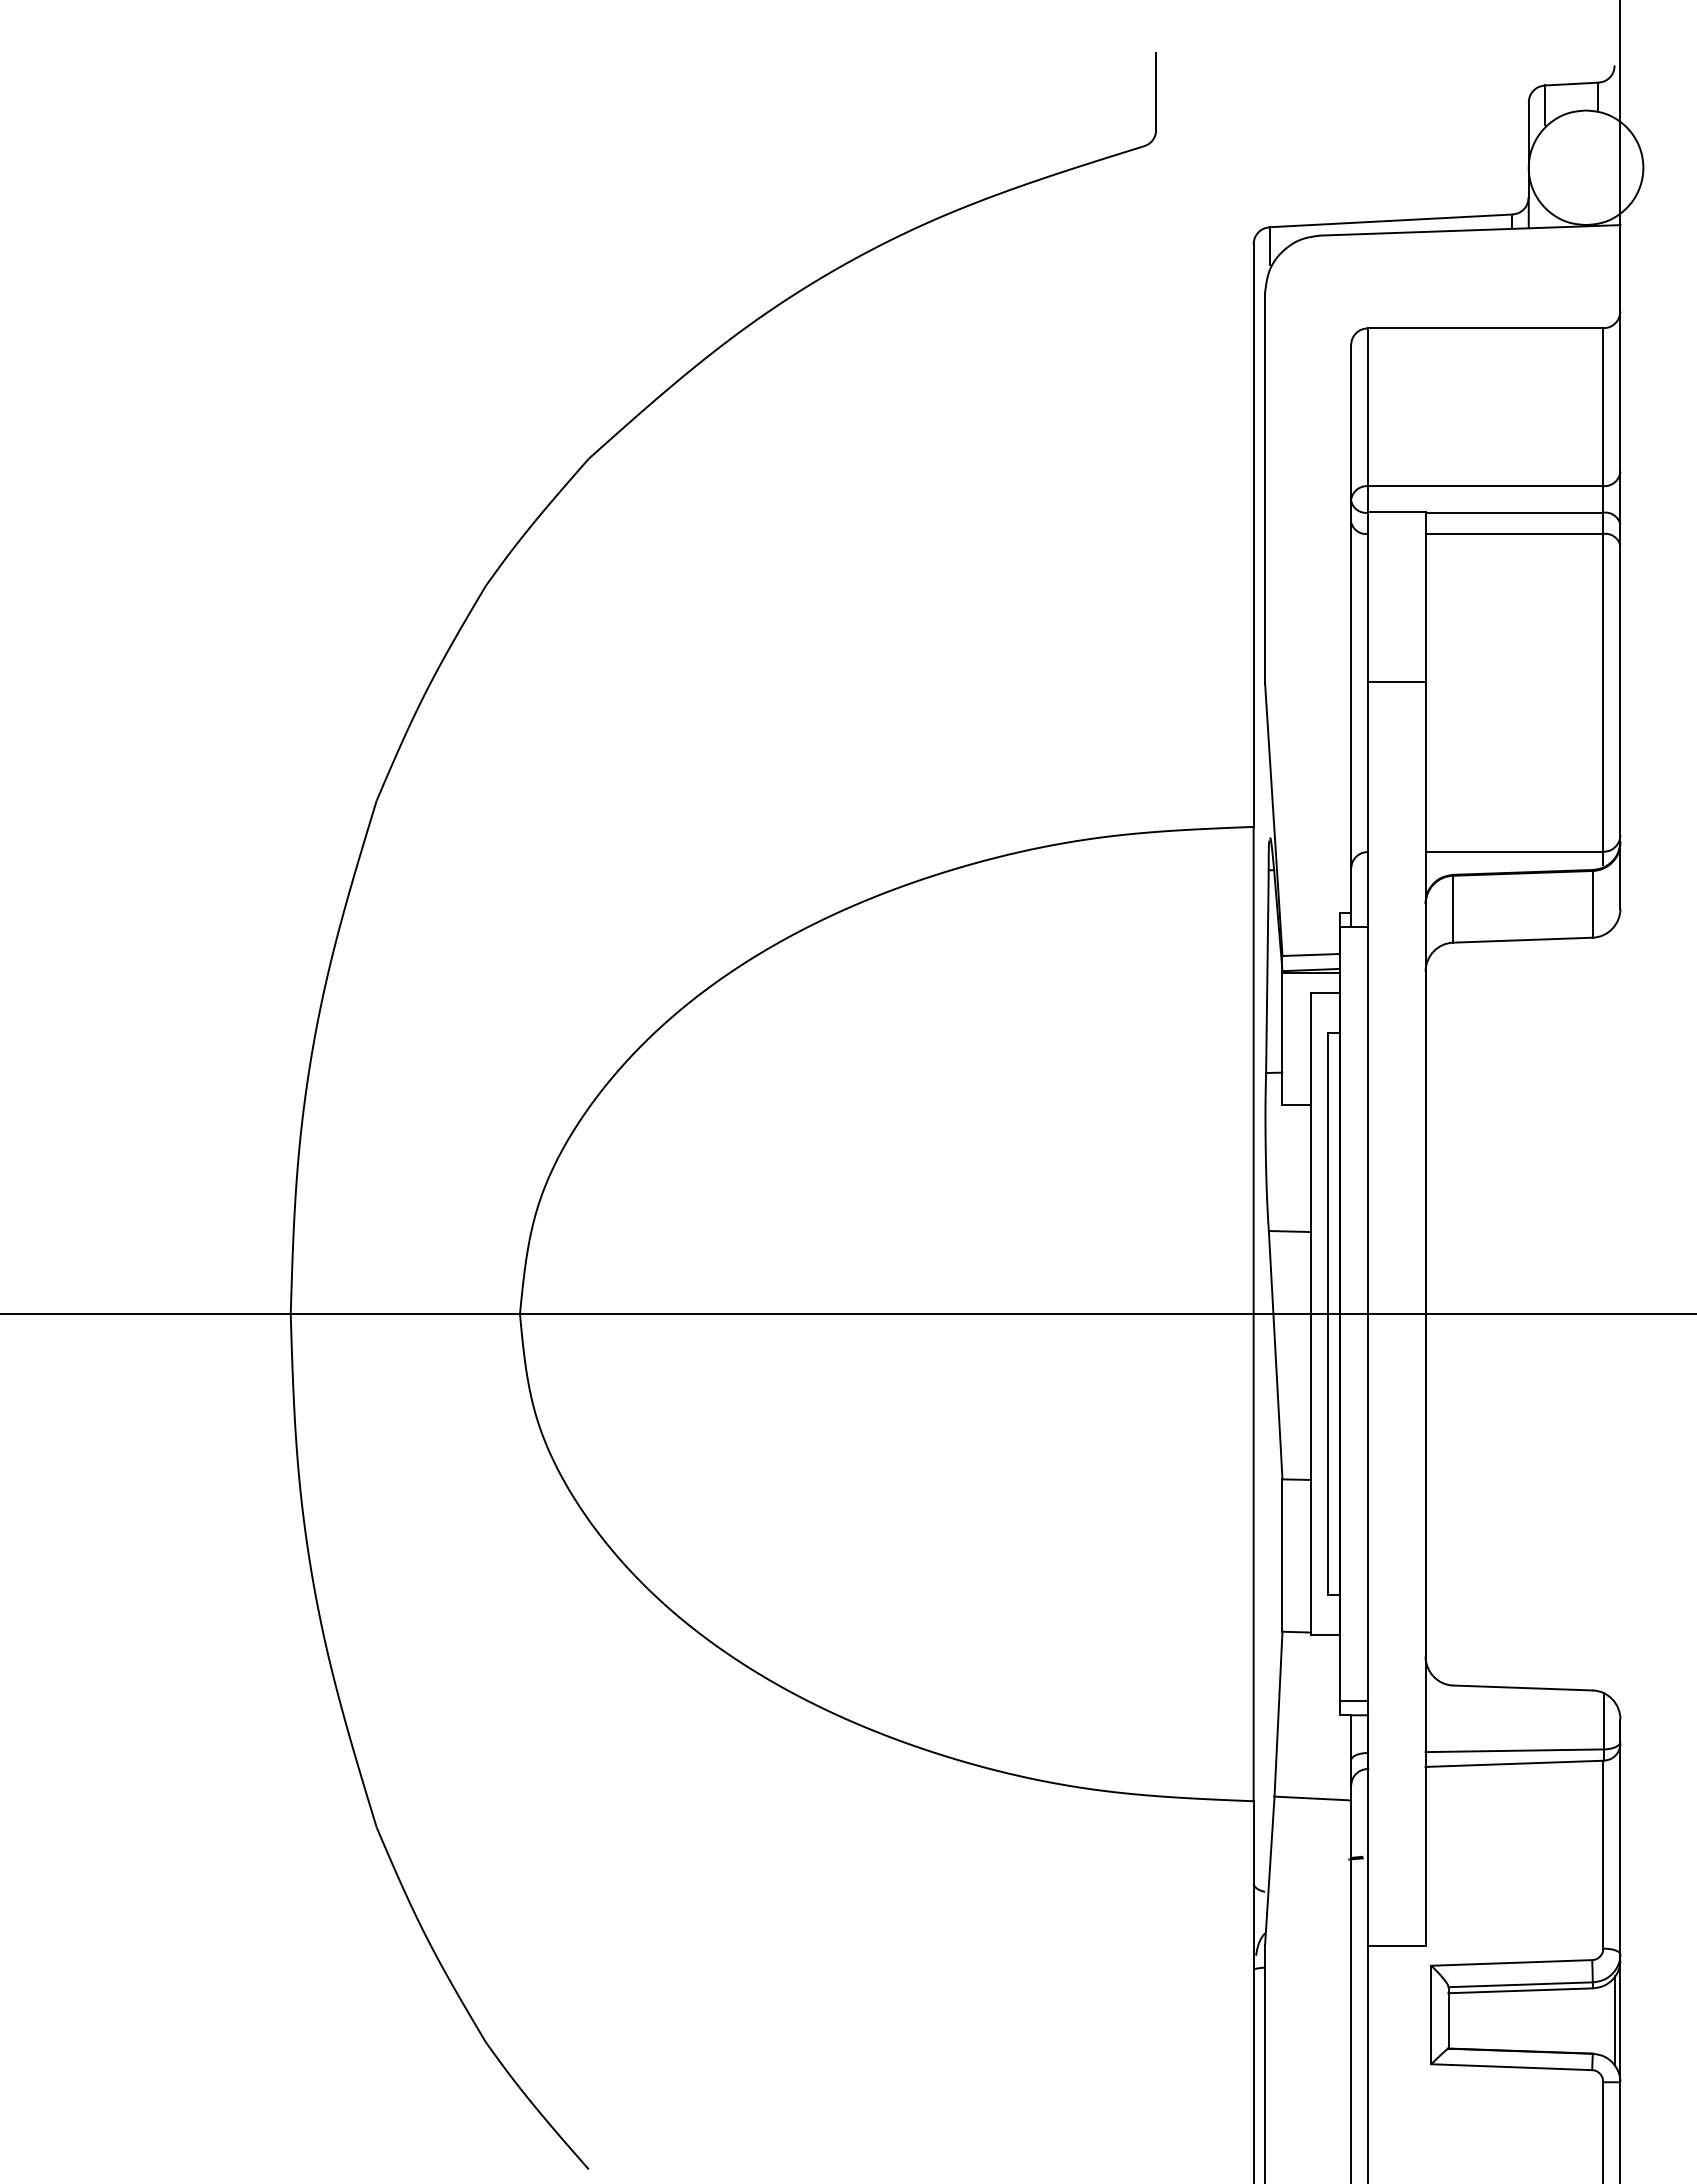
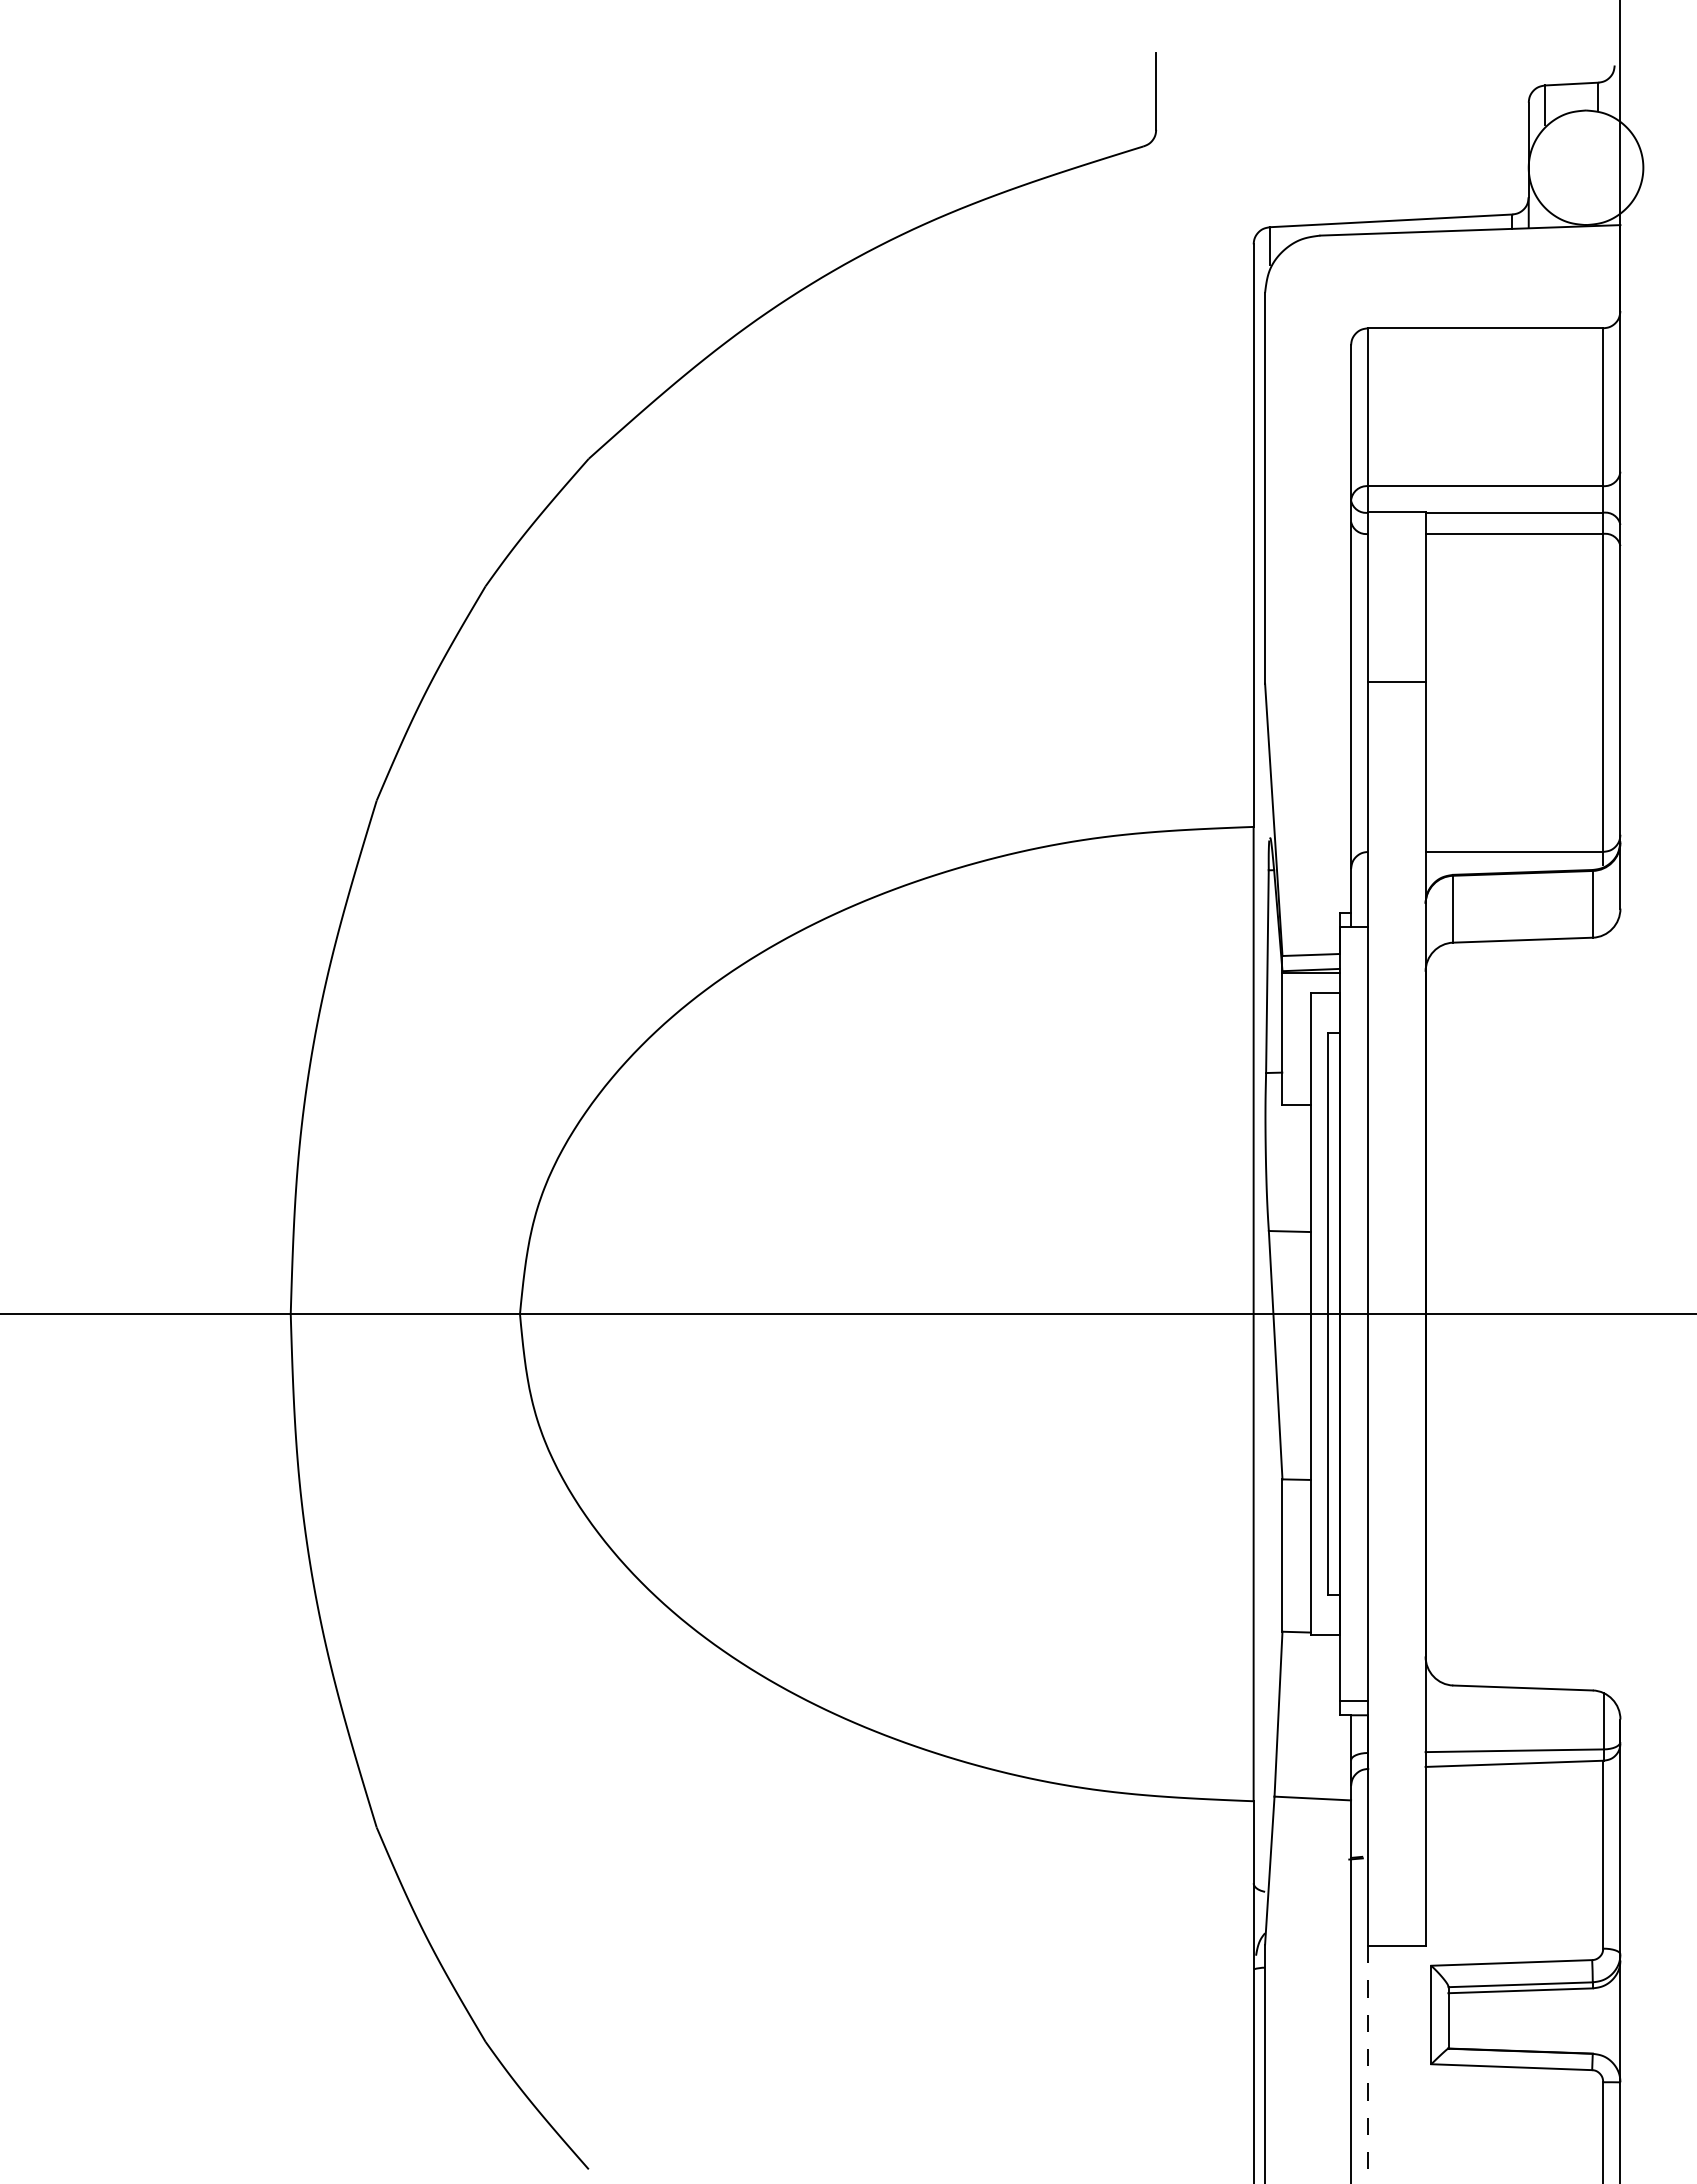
line at (1614, 2021): present -> none
line at (1368, 2065): solid -> dashed
